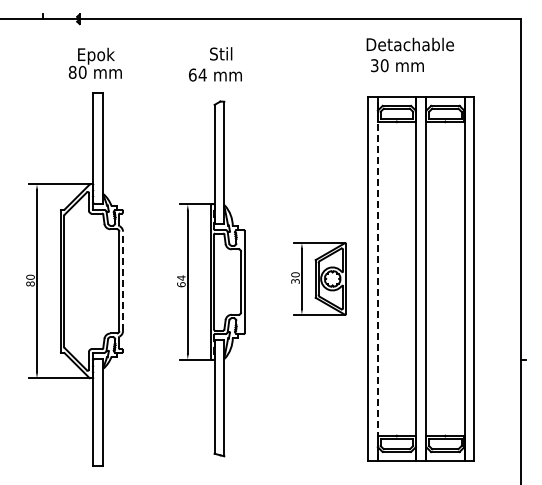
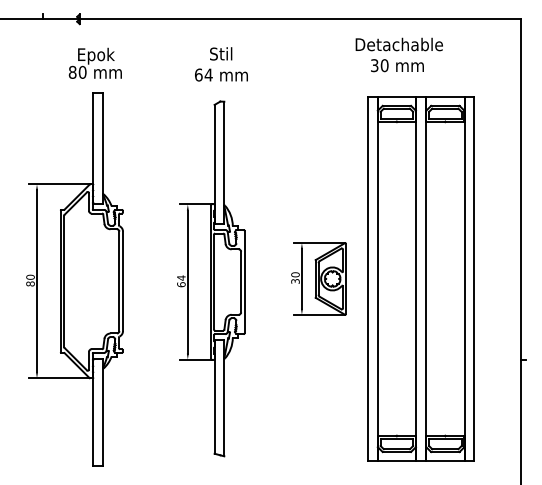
text at (409, 44) position: (409, 44) -> (398, 44)
text at (215, 74) position: (215, 74) -> (221, 74)
line at (377, 278): dashed -> solid
line at (123, 281): dashed -> solid
